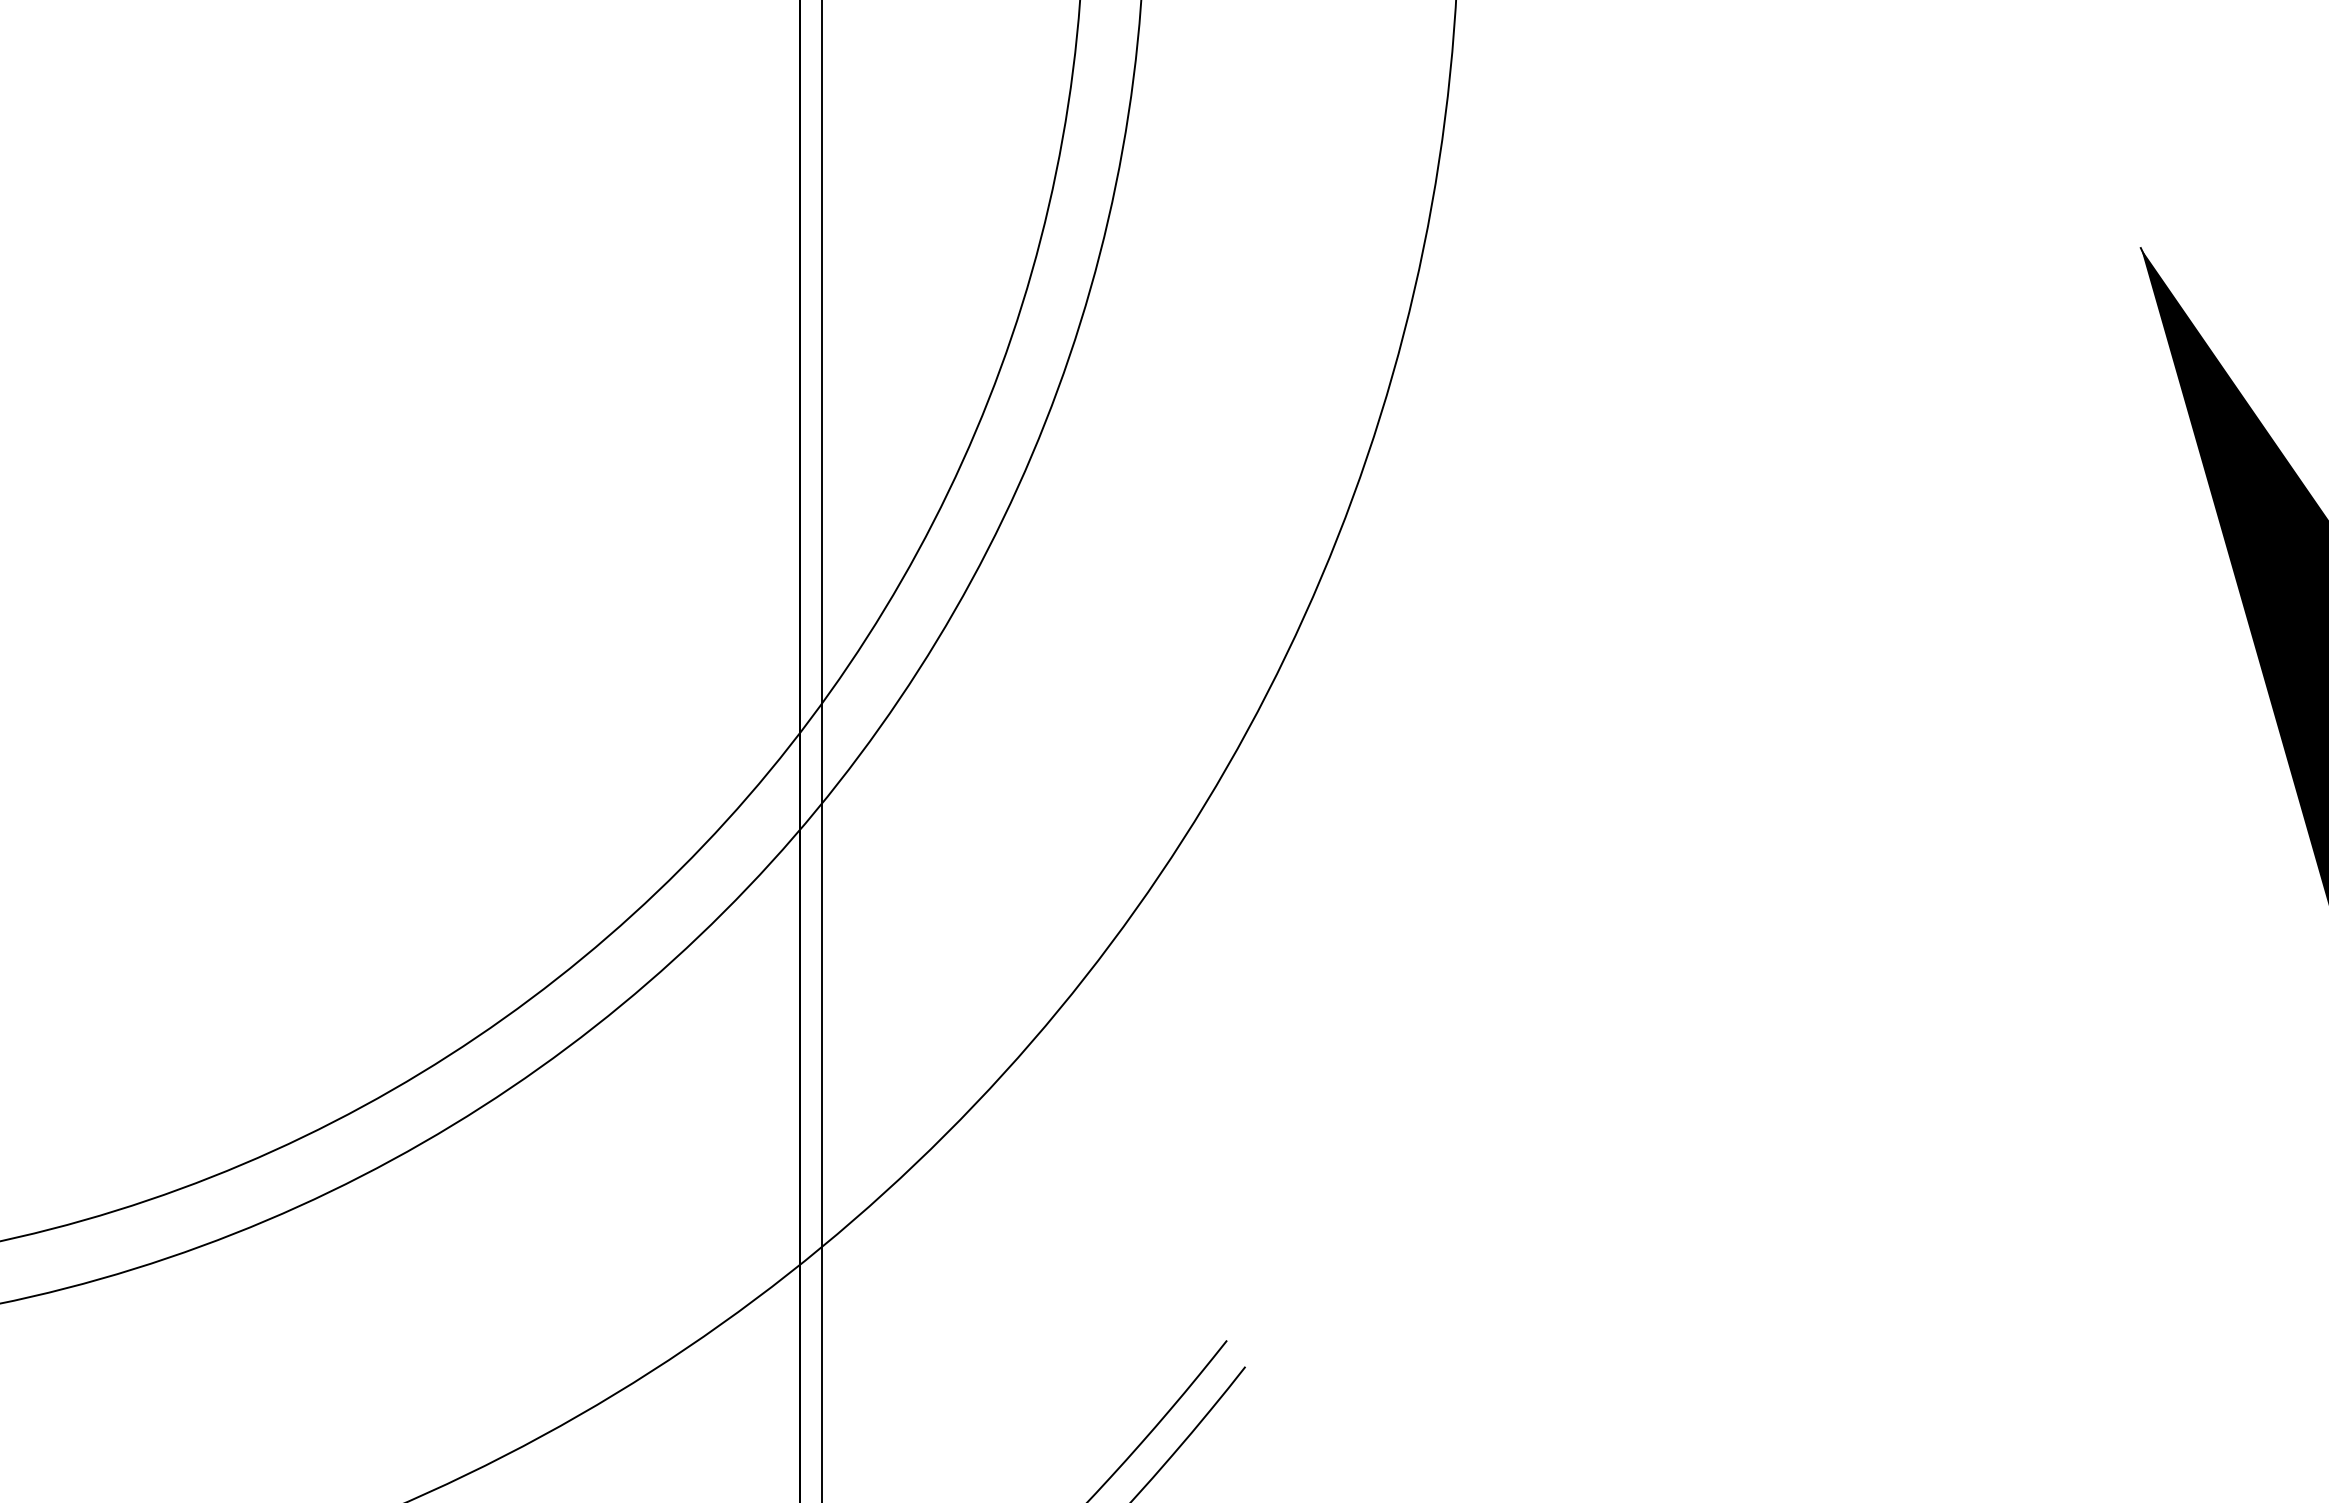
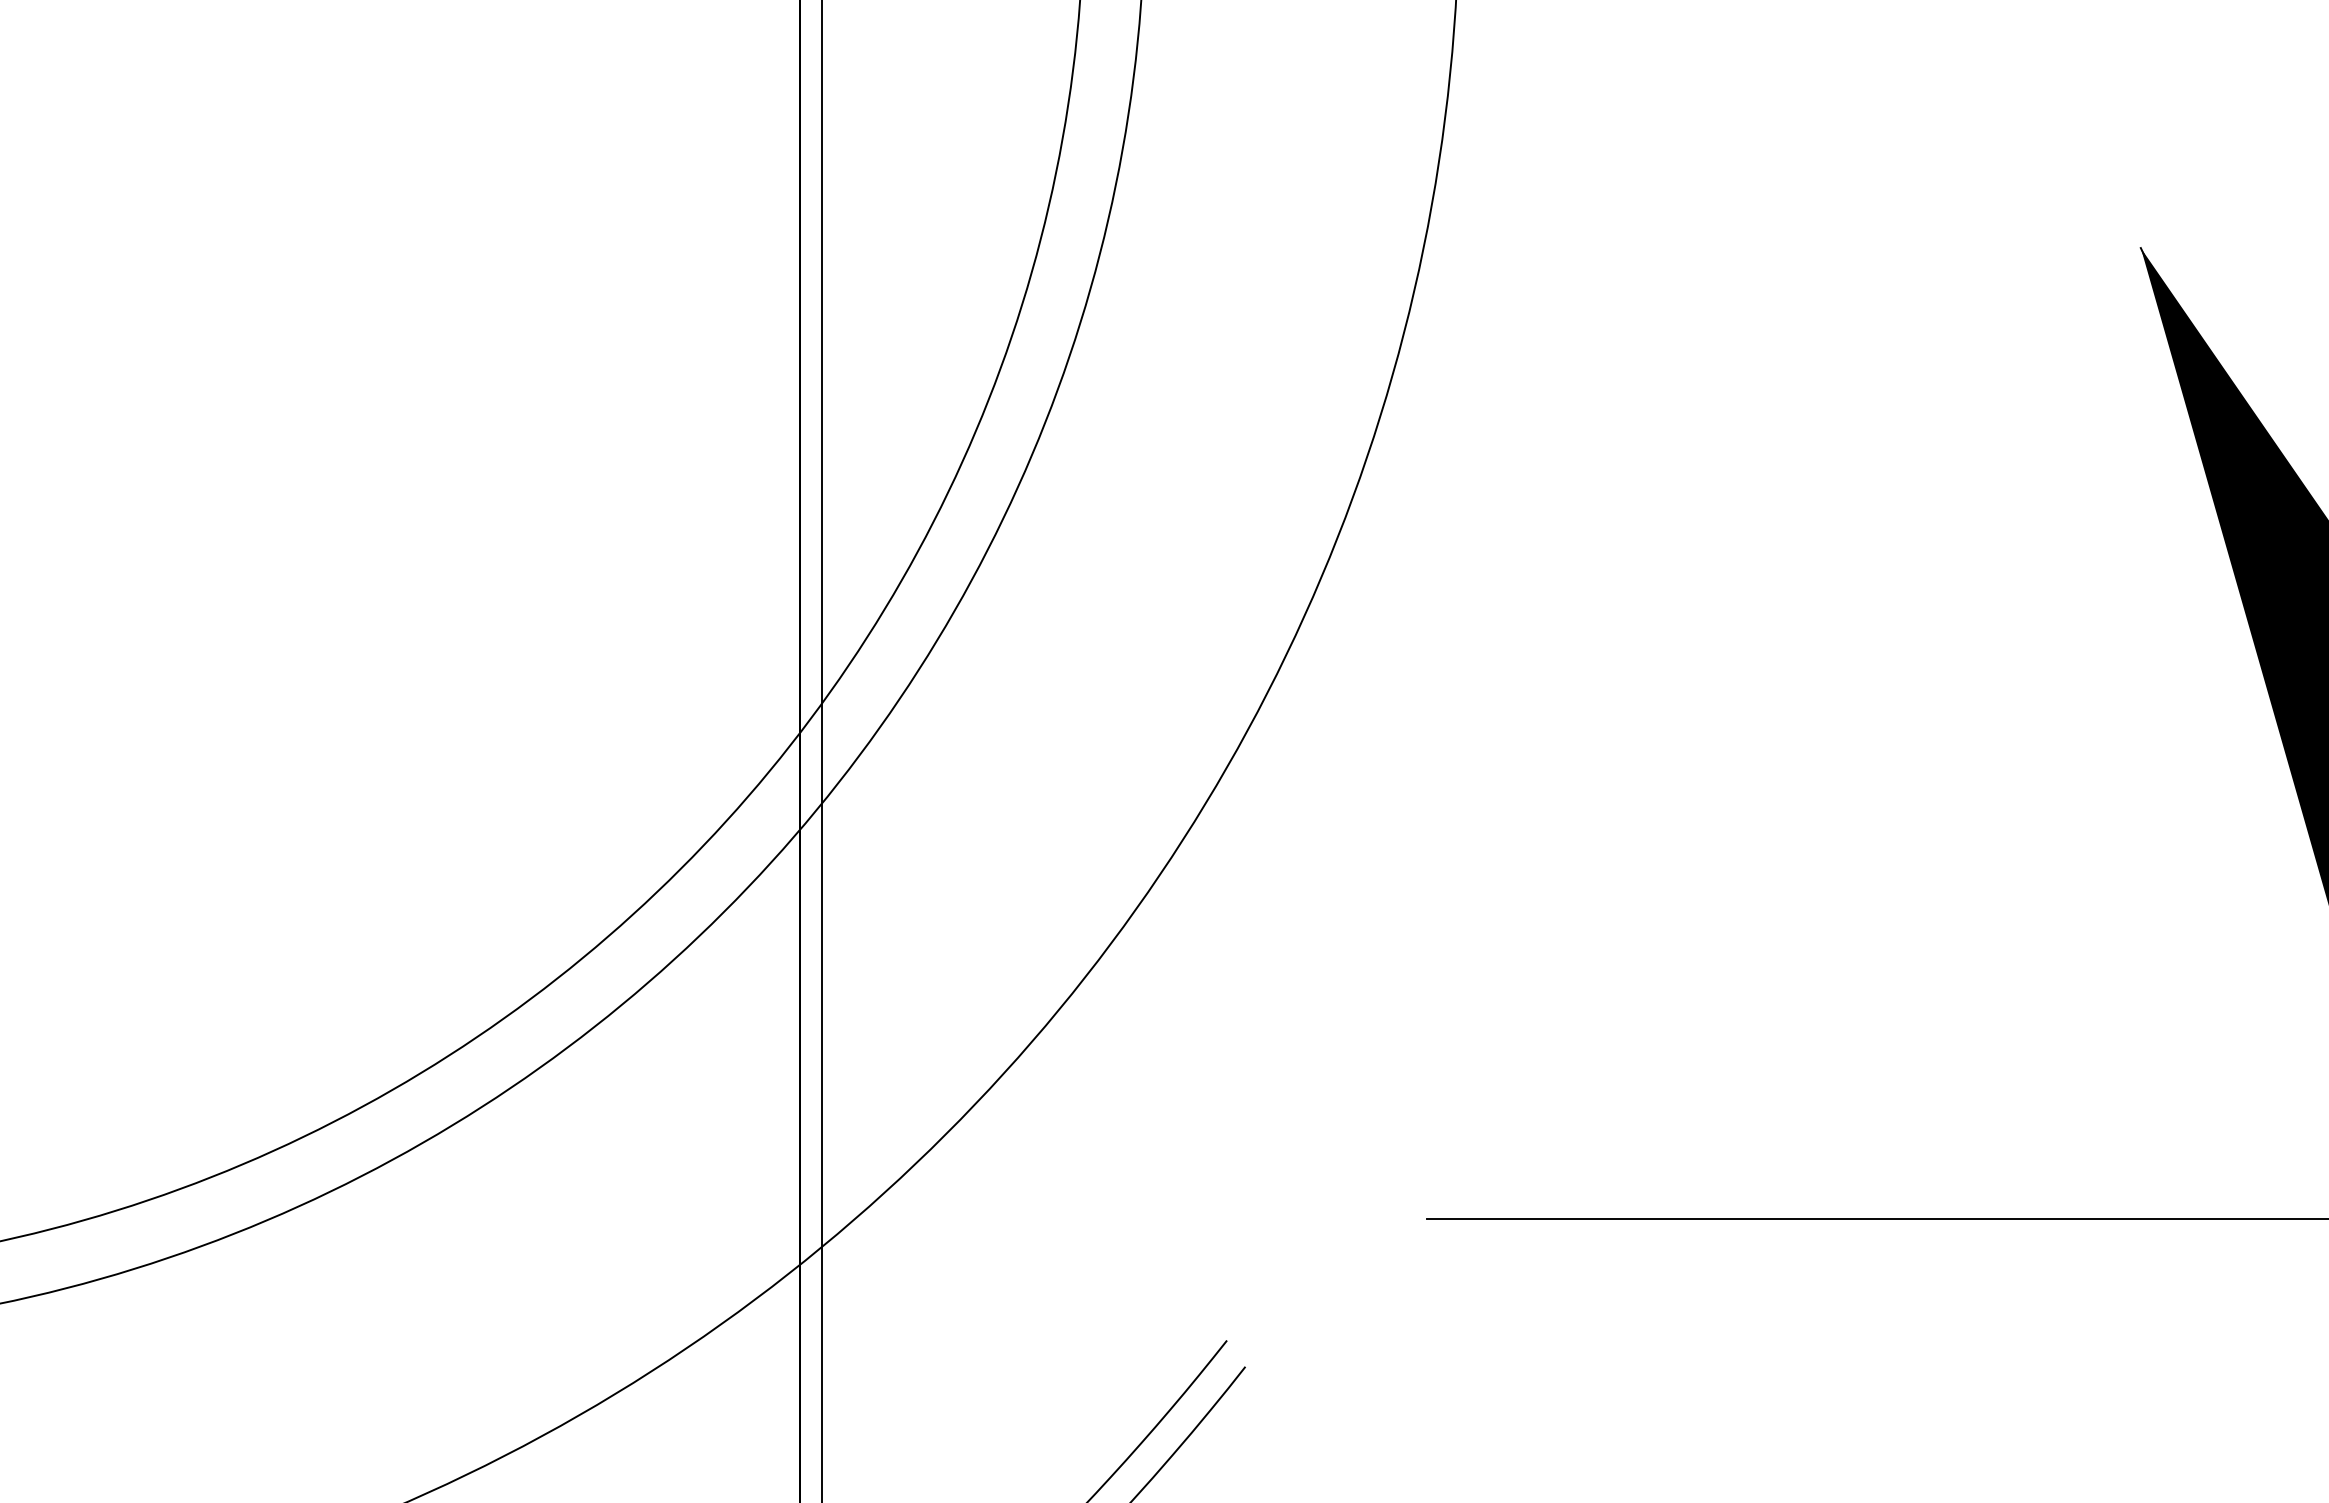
line at (1875, 1218): none -> present
